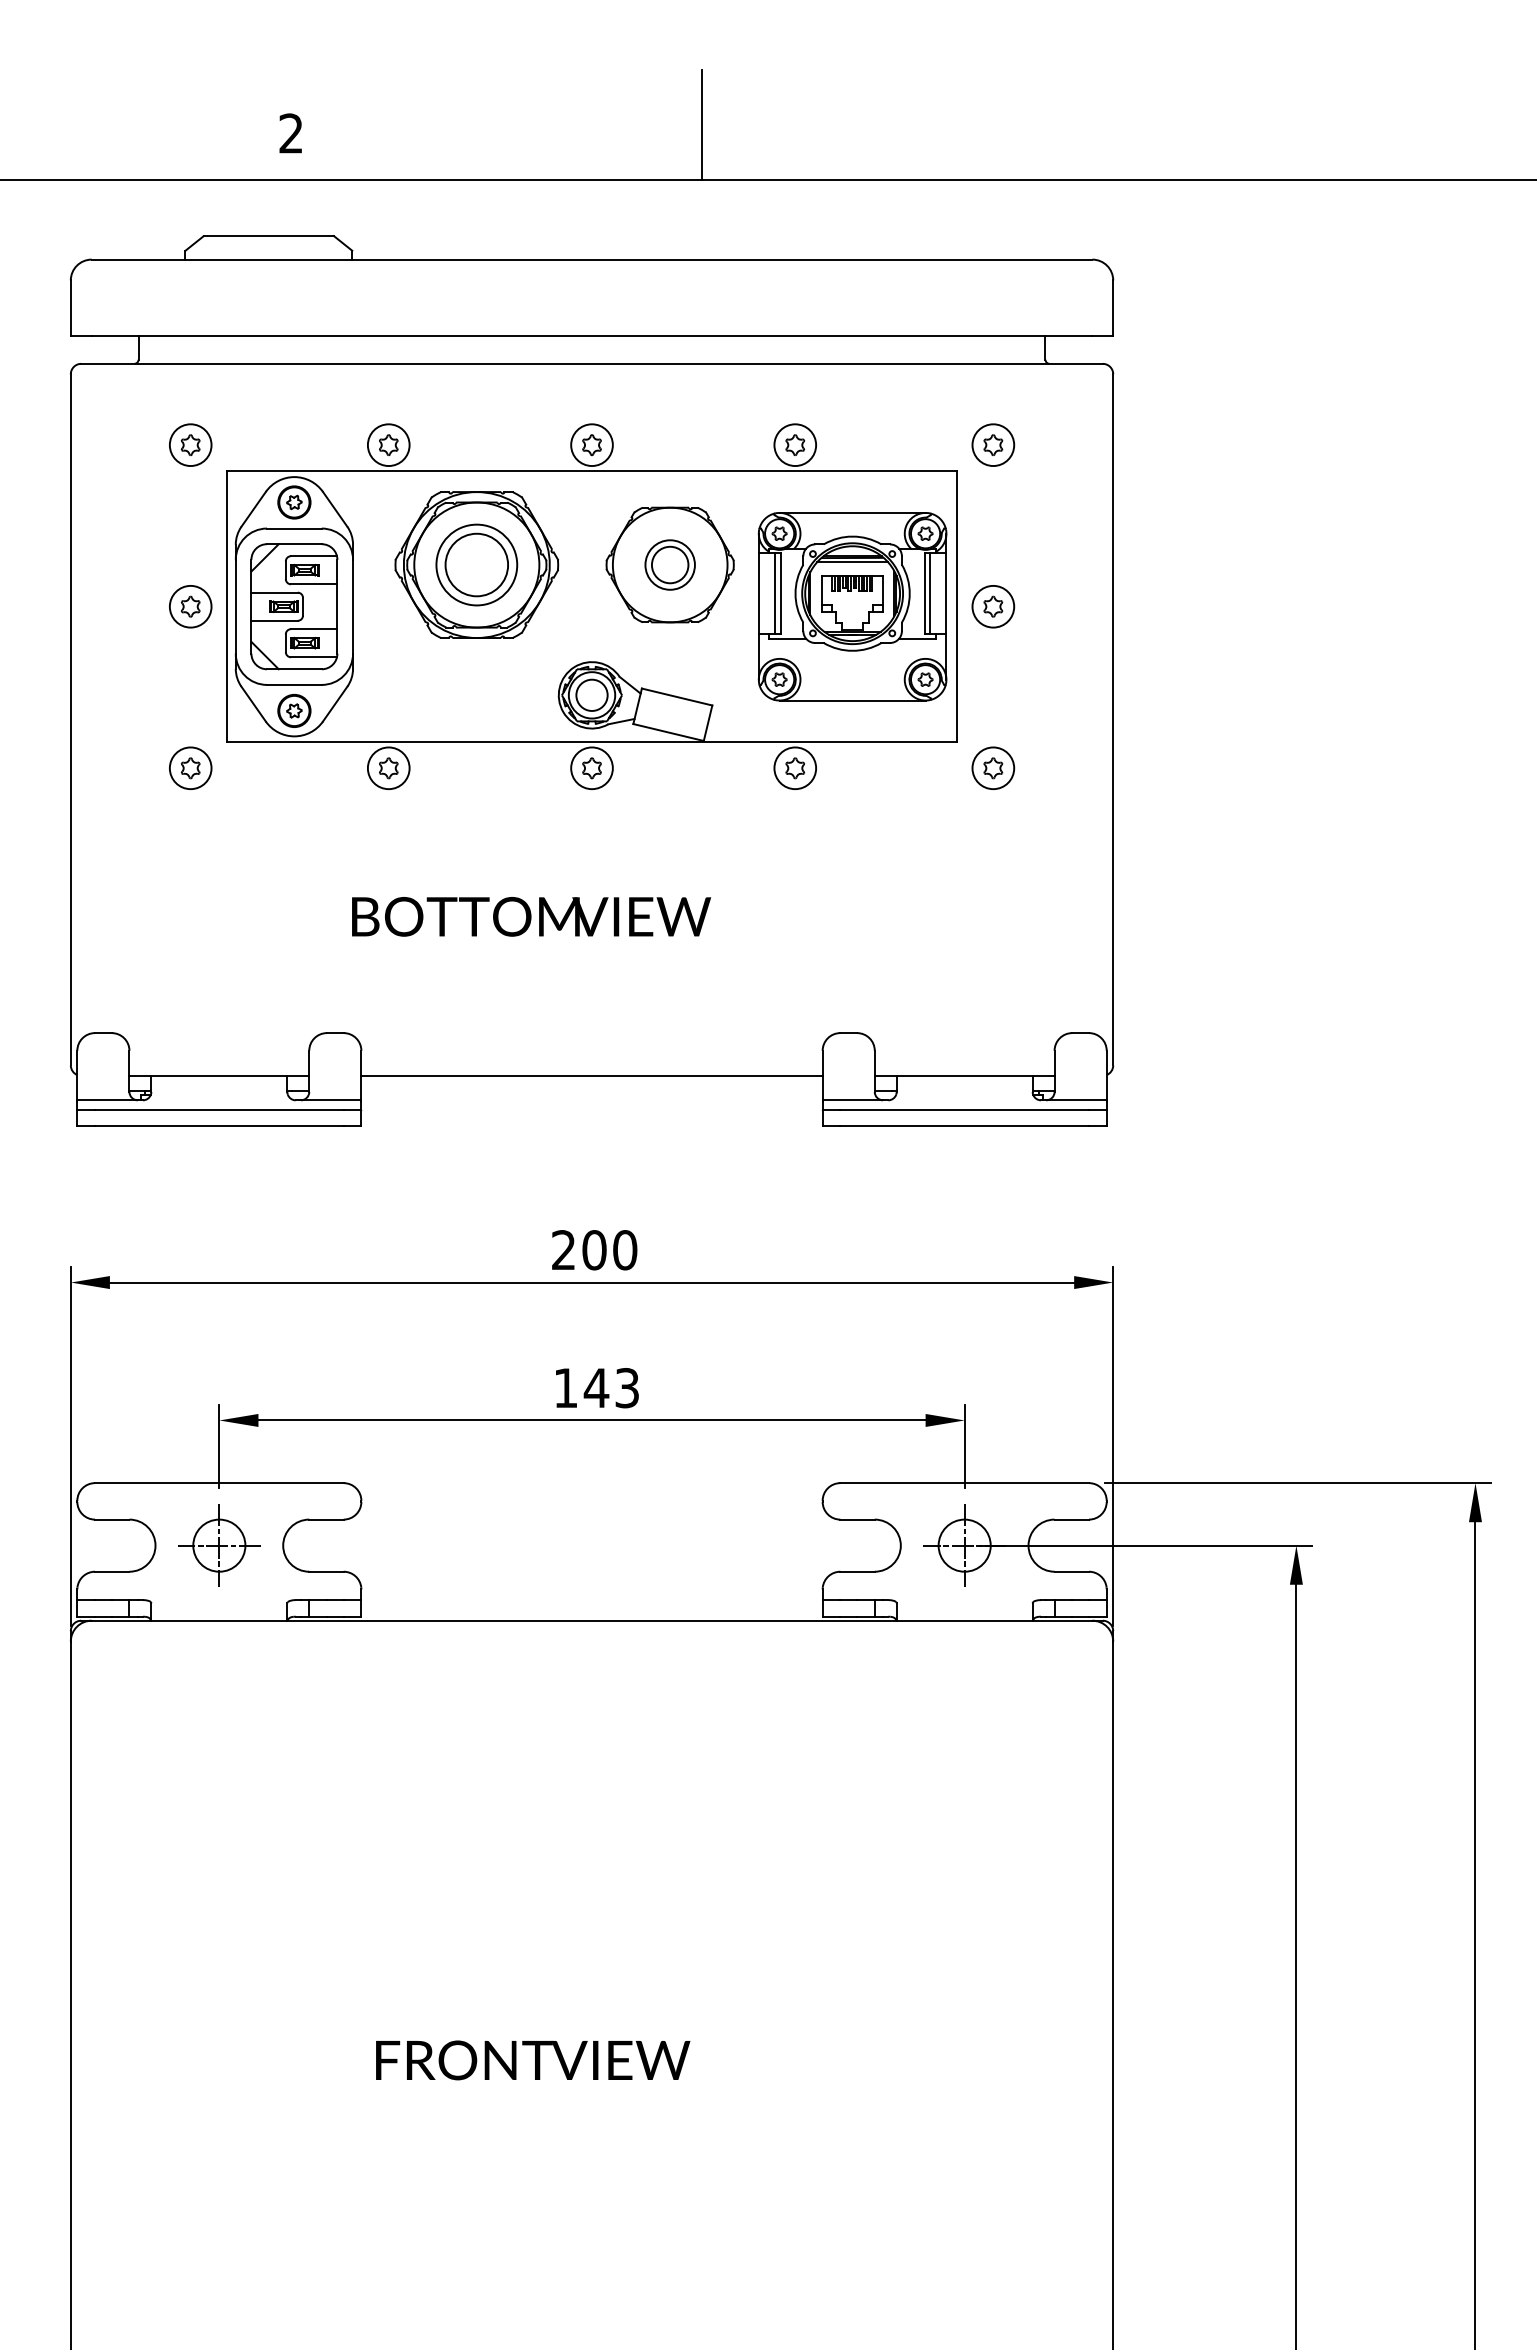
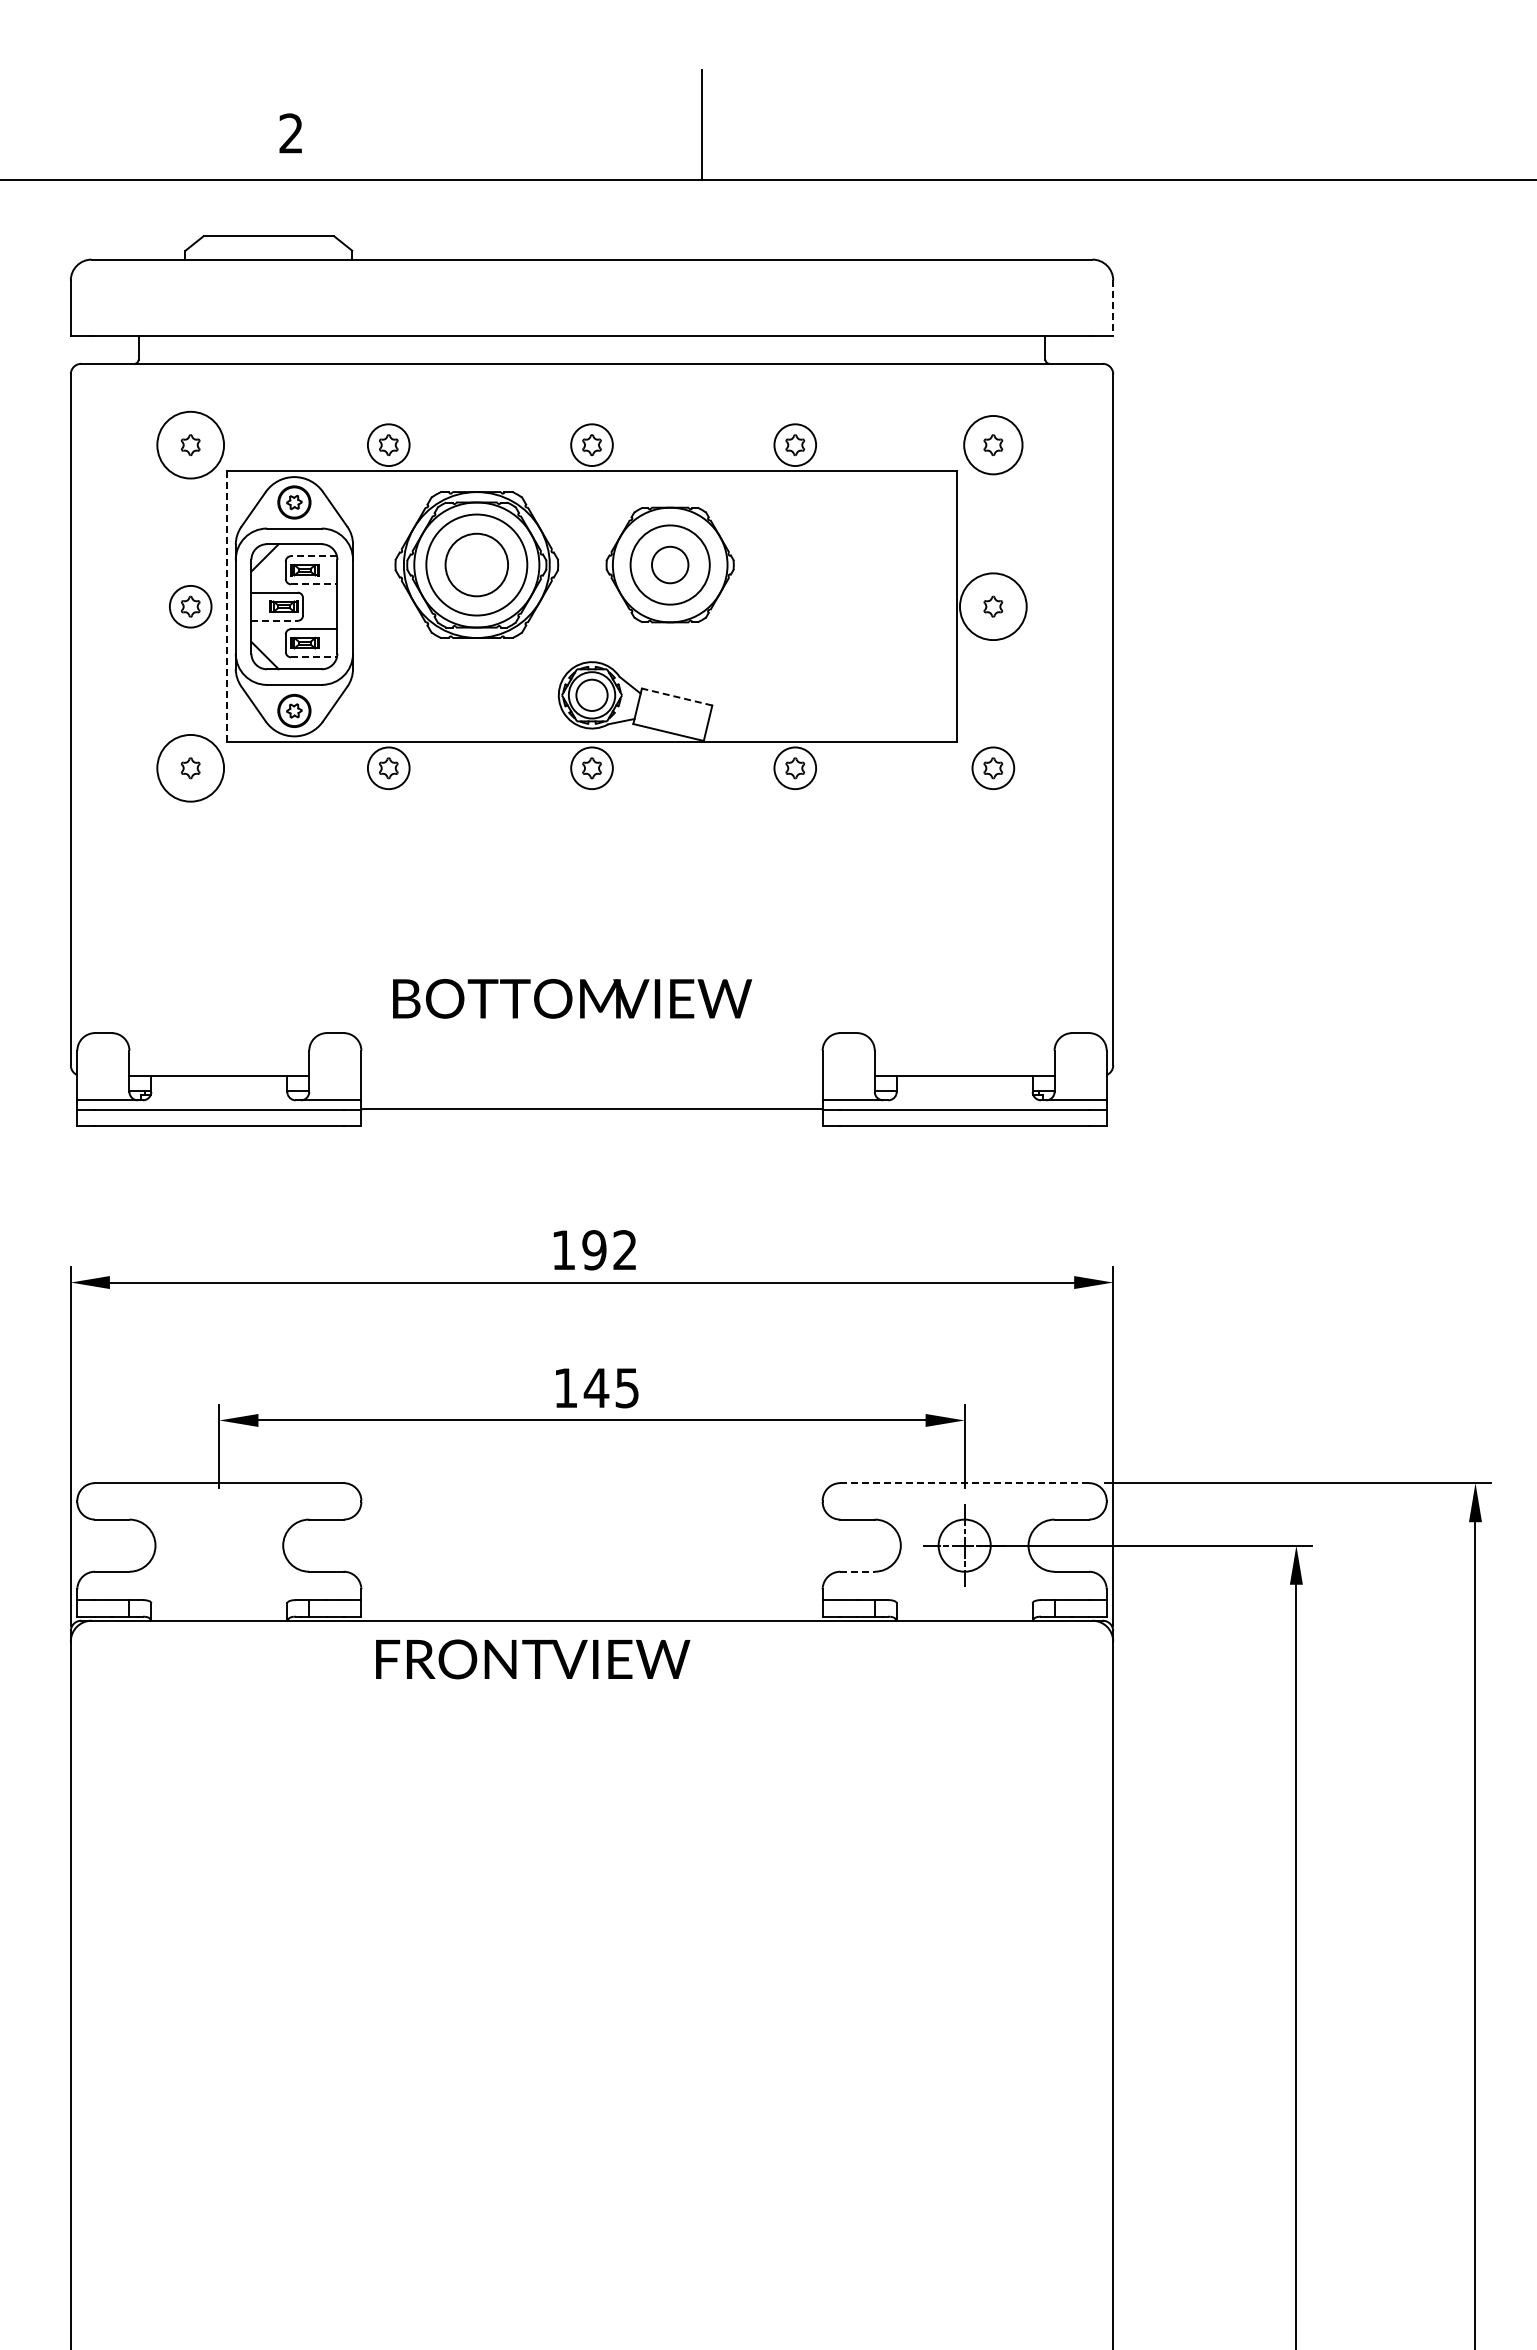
line at (1113, 308): solid -> dashed
circle at (190, 445) diameter: 42 px -> 67 px
circle at (993, 445) diameter: 42 px -> 58 px
line at (314, 556): solid -> dashed
circle at (476, 564) diameter: 81 px -> 101 px
circle at (669, 564) diameter: 50 px -> 79 px
line at (314, 584): solid -> dashed
line at (227, 606): solid -> dashed
part at (852, 606): present -> none
circle at (993, 606) diameter: 42 px -> 67 px
line at (275, 620): solid -> dashed
line at (314, 657): solid -> dashed
line at (676, 696): solid -> dashed
circle at (190, 768) diameter: 42 px -> 67 px
text at (531, 916) position: (531, 916) -> (572, 998)
line at (591, 1075) position: (591, 1075) -> (591, 1108)
text at (594, 1250): 200 -> 192
text at (627, 1387): 143 -> 145
line at (964, 1483): solid -> dashed
part at (219, 1545): present -> none
line at (858, 1571): solid -> dashed
text at (533, 2060) position: (533, 2060) -> (533, 1659)
